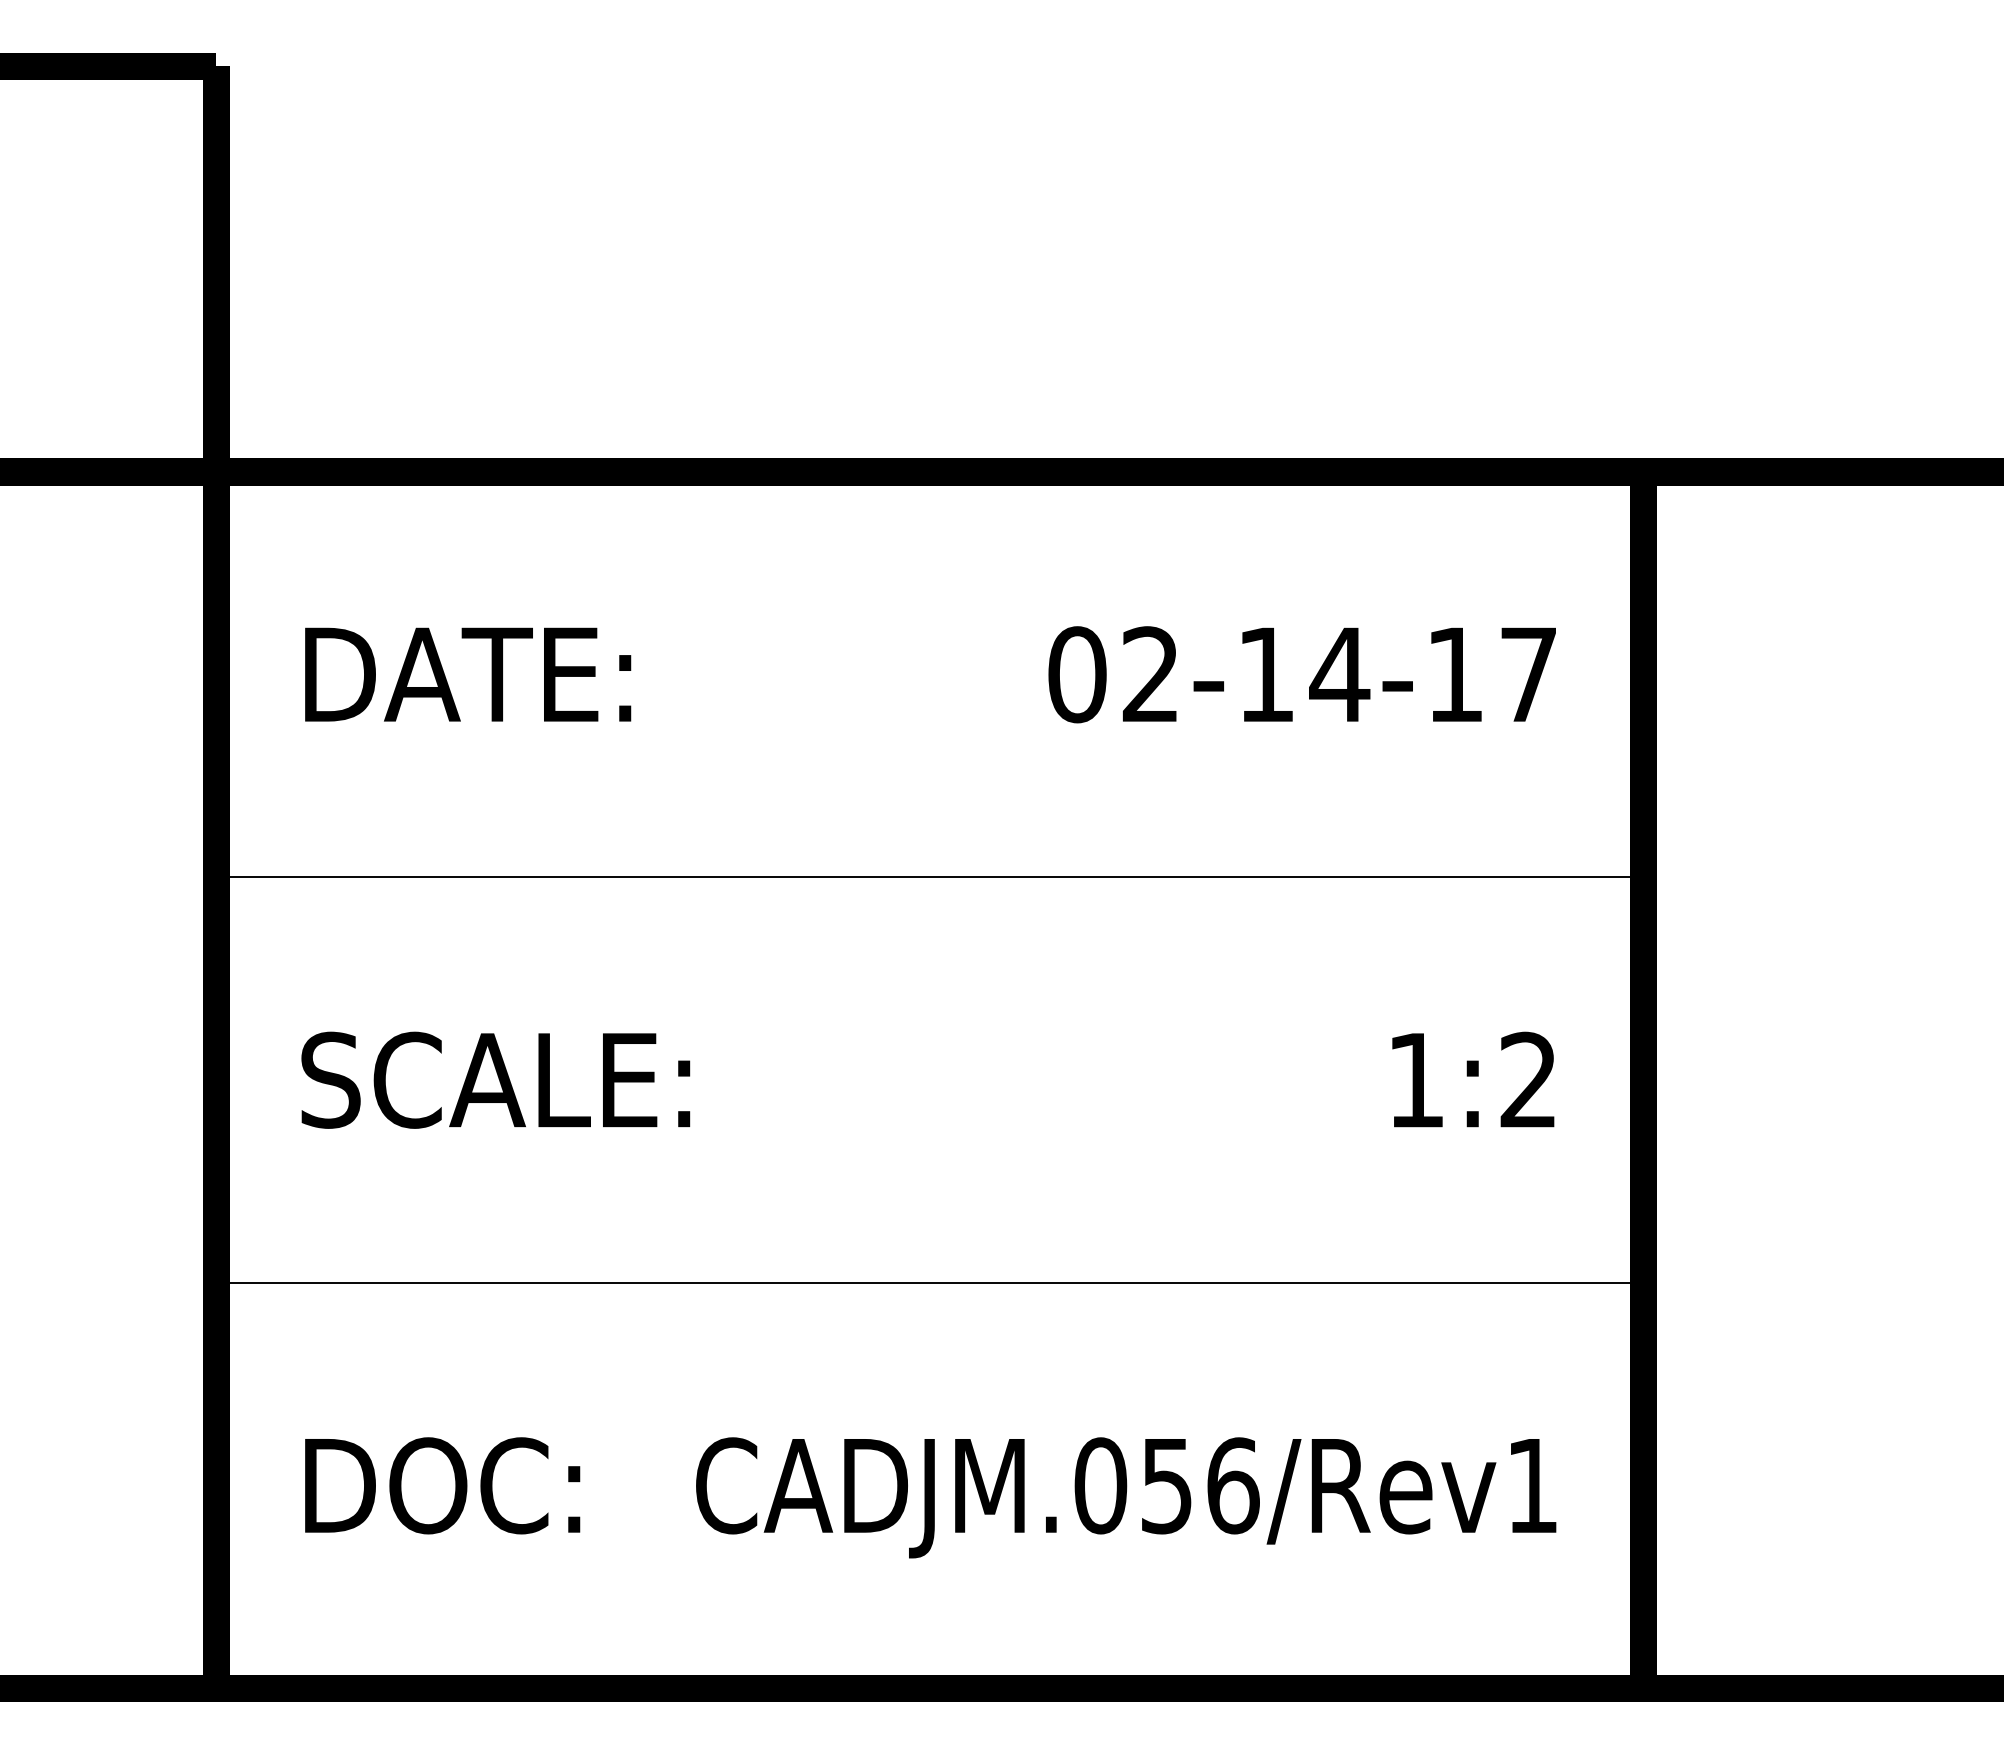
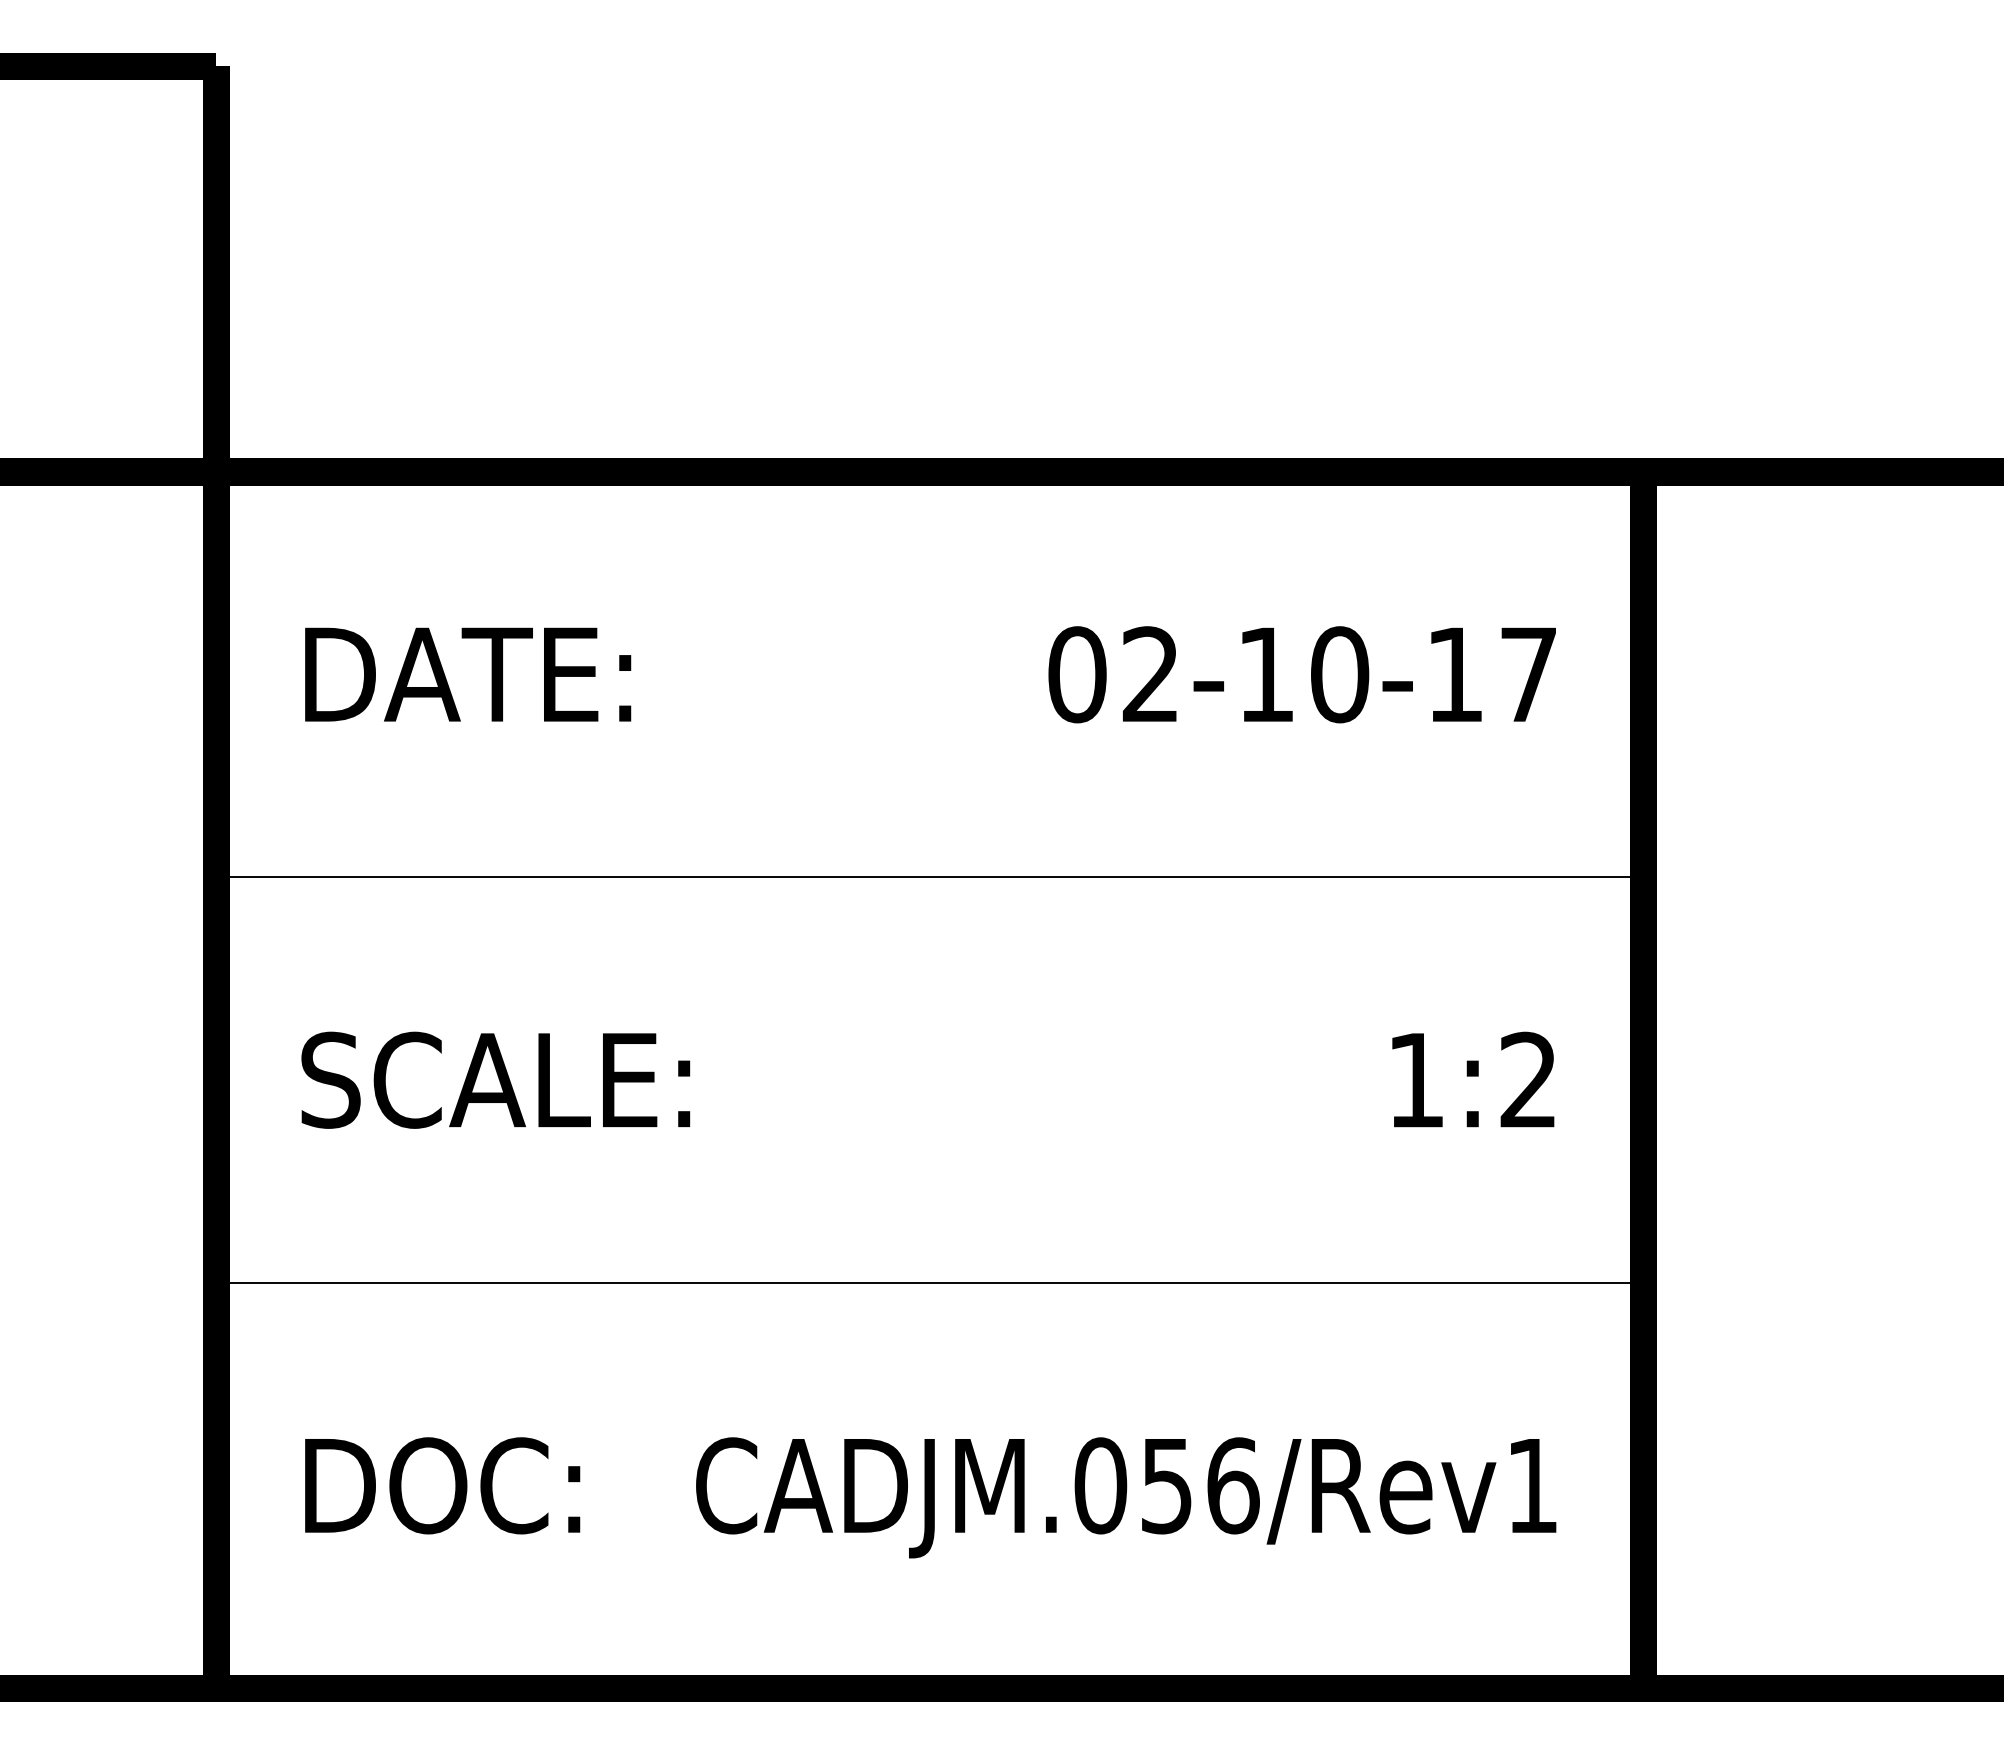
text at (1339, 674): 02-14-17 -> 02-10-17
